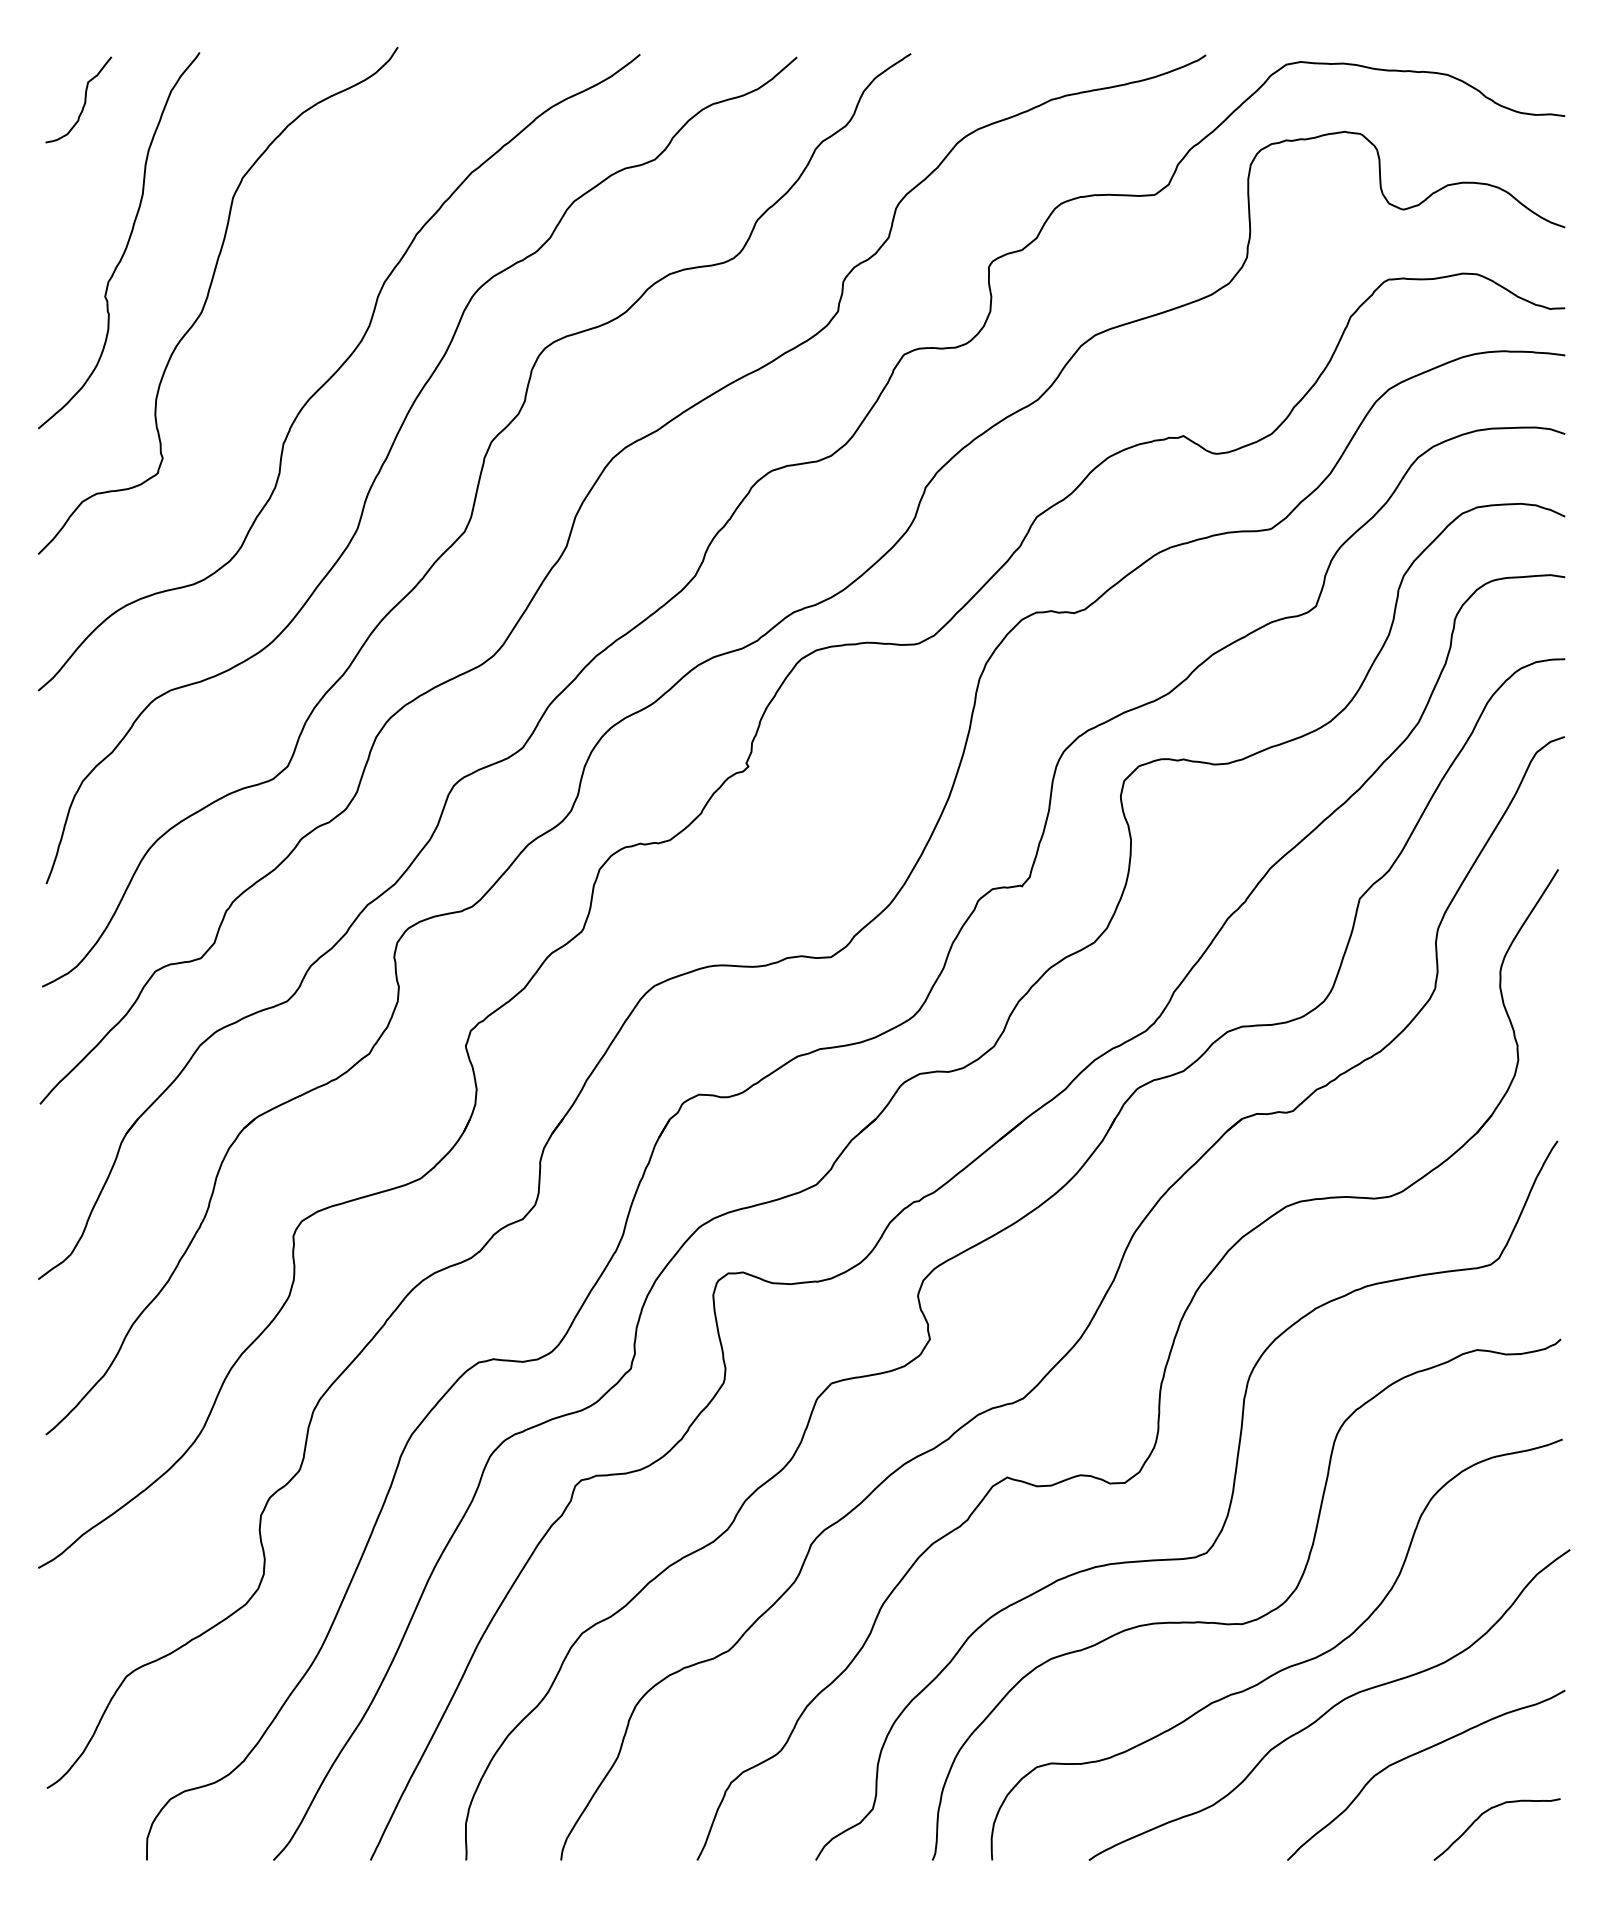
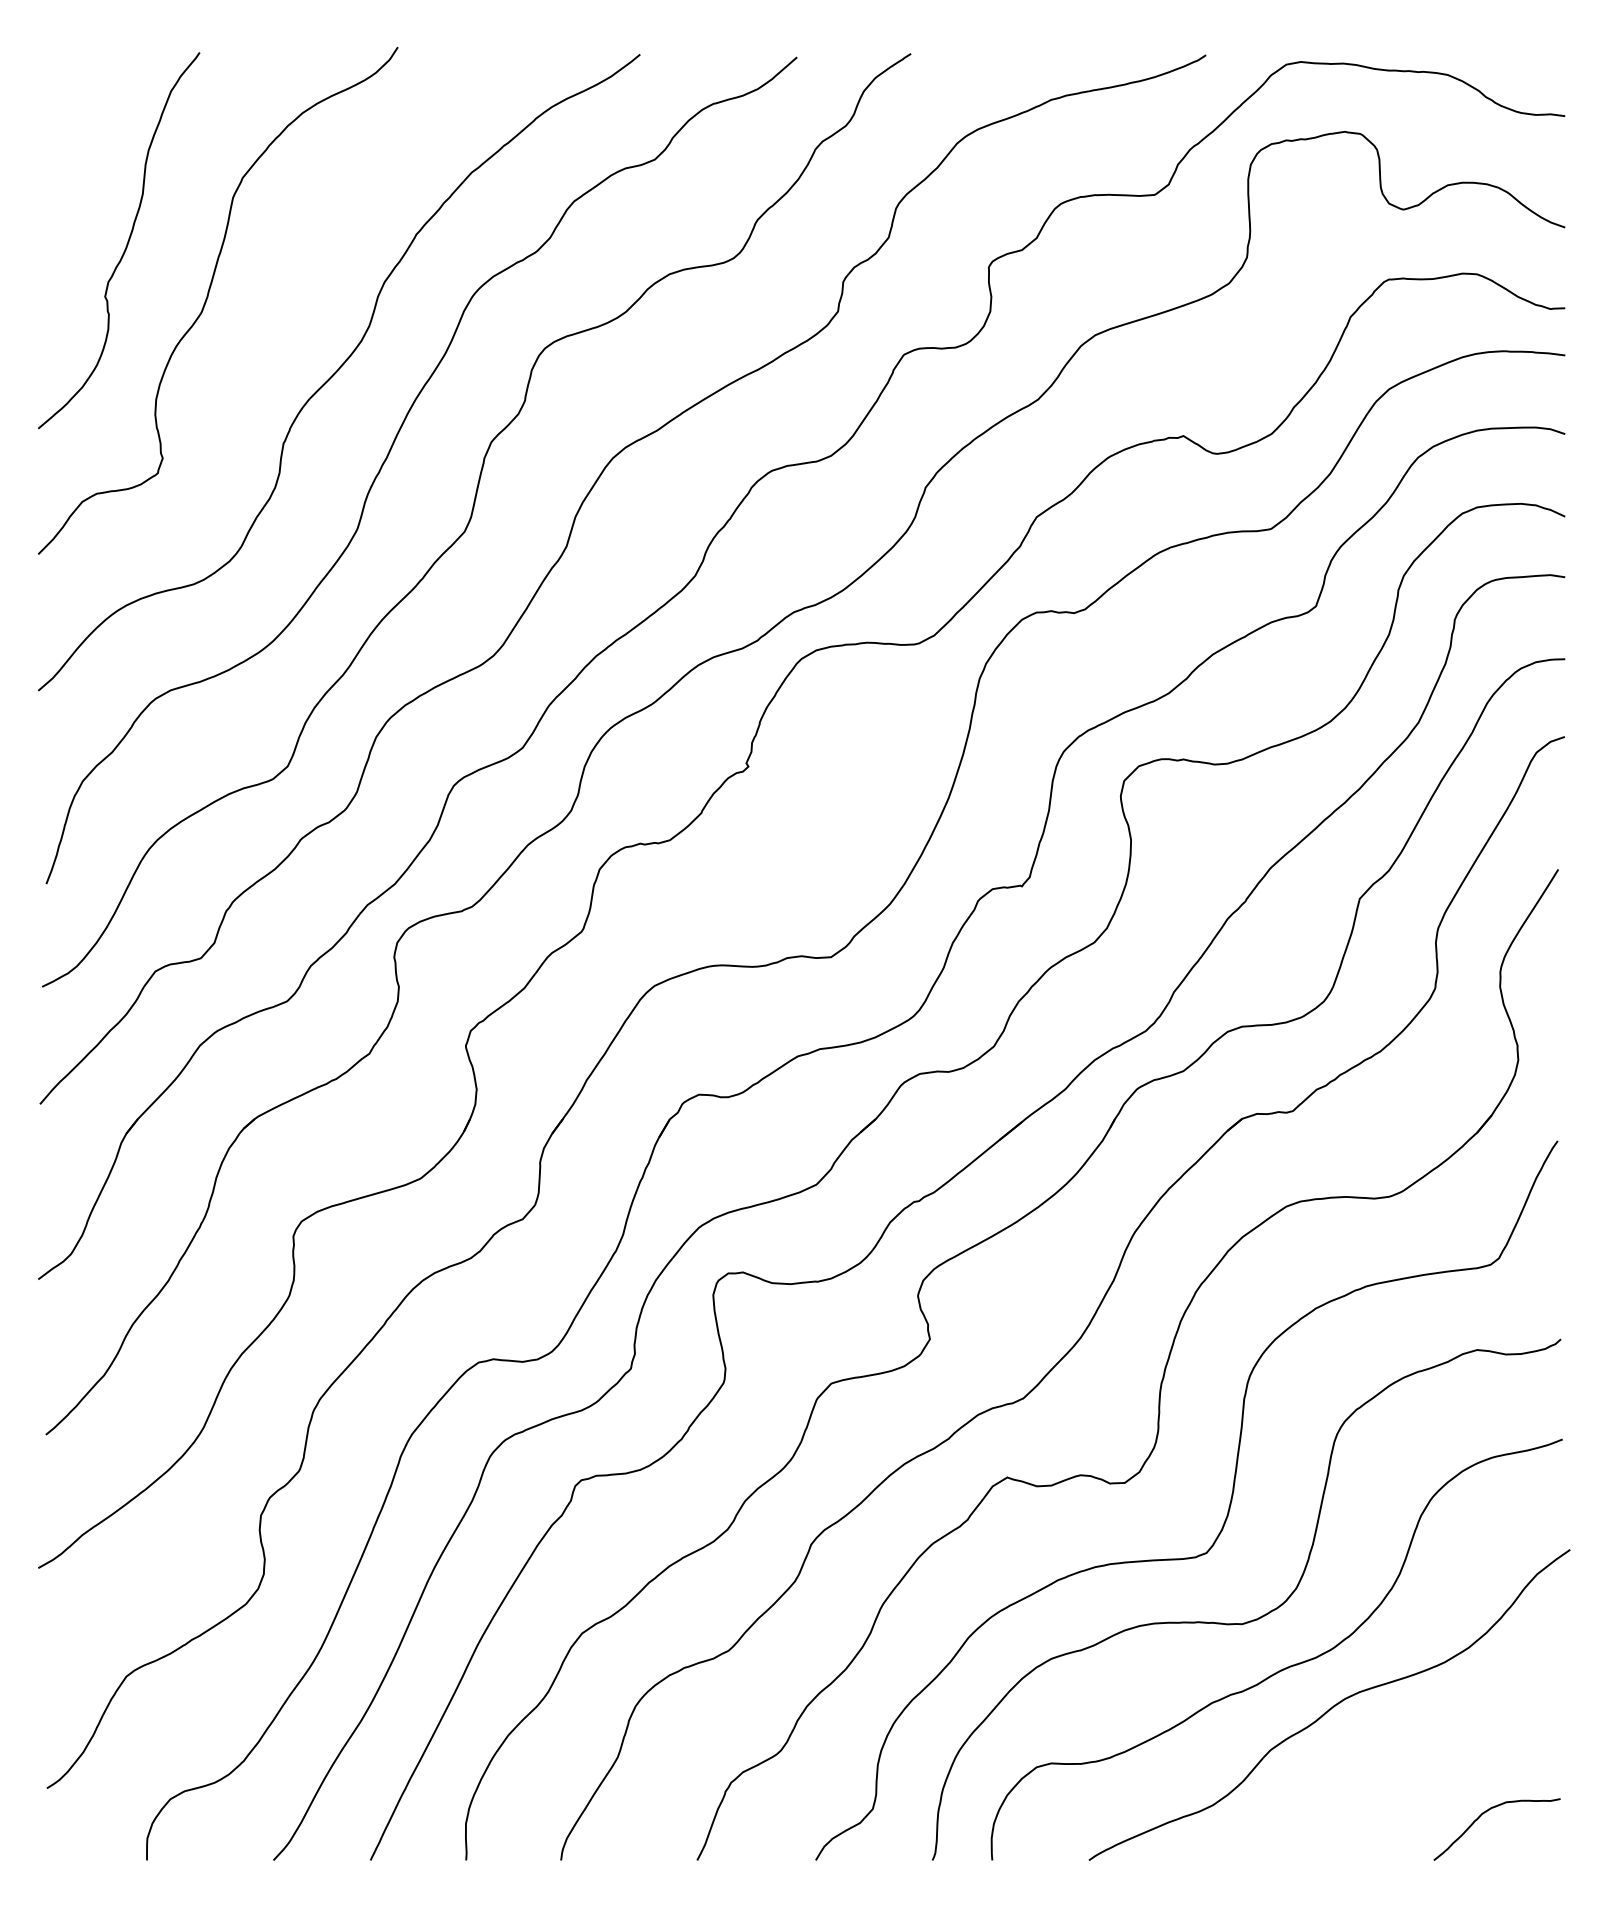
curve at (84, 99): present -> none
curve at (1417, 1754): present -> none
